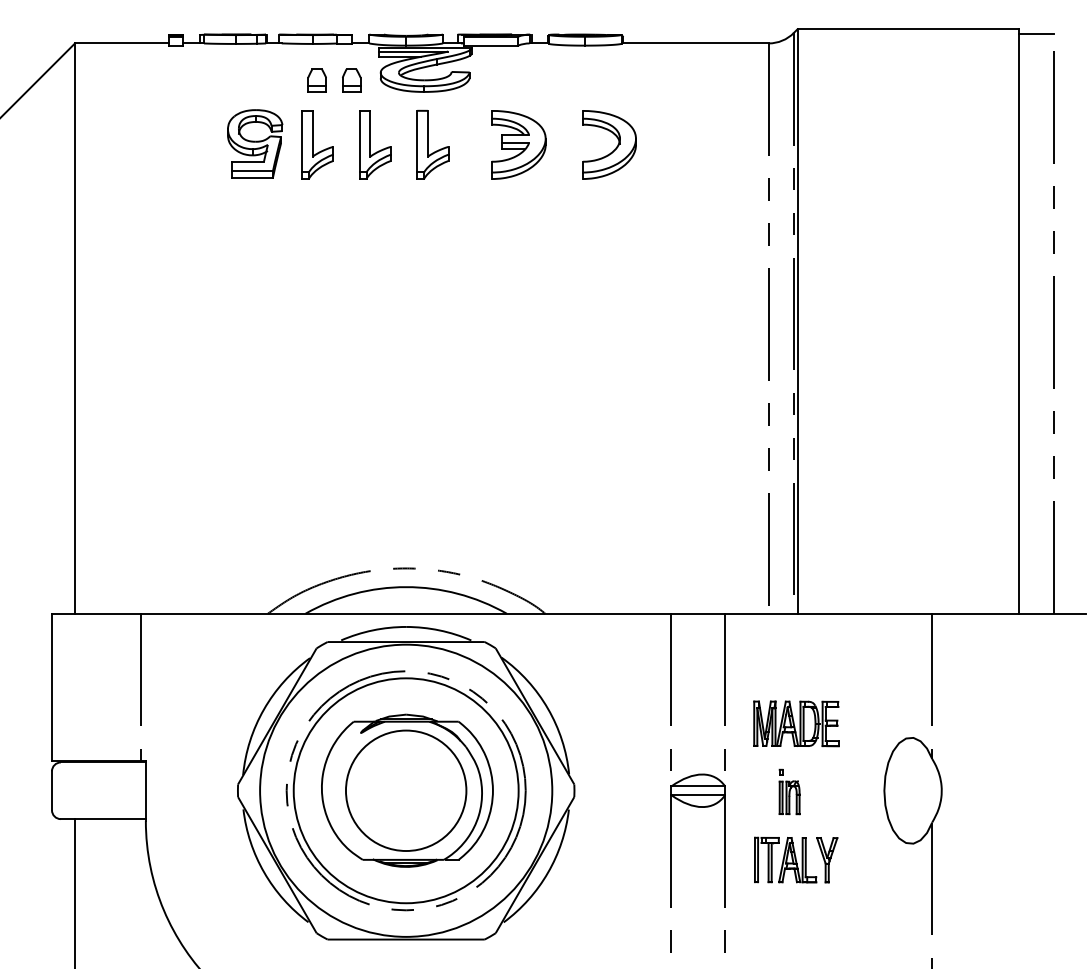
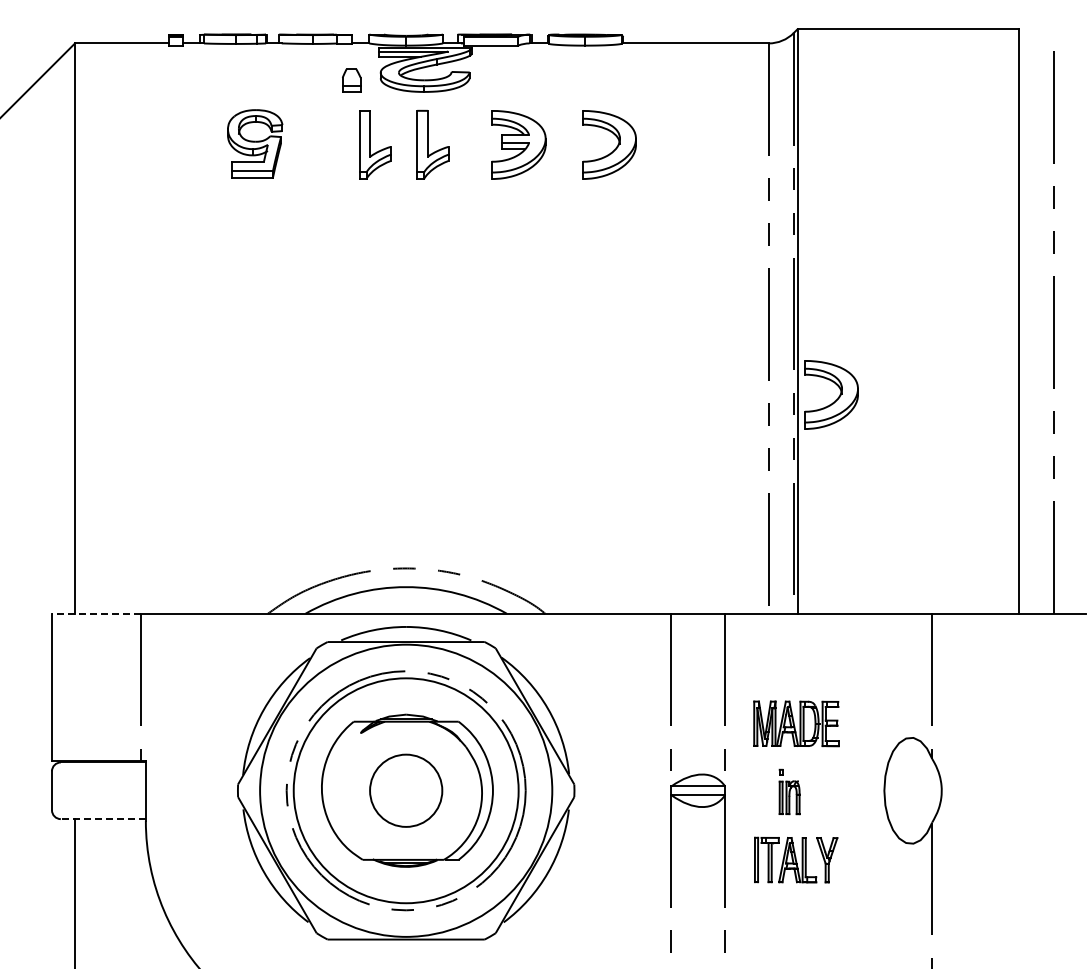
line at (1036, 33): present -> none
part at (316, 80): present -> none
part at (317, 144): present -> none
part at (837, 397): none -> present
line at (95, 613): solid -> dashed
circle at (405, 790) diameter: 120 px -> 72 px
line at (103, 819): solid -> dashed
